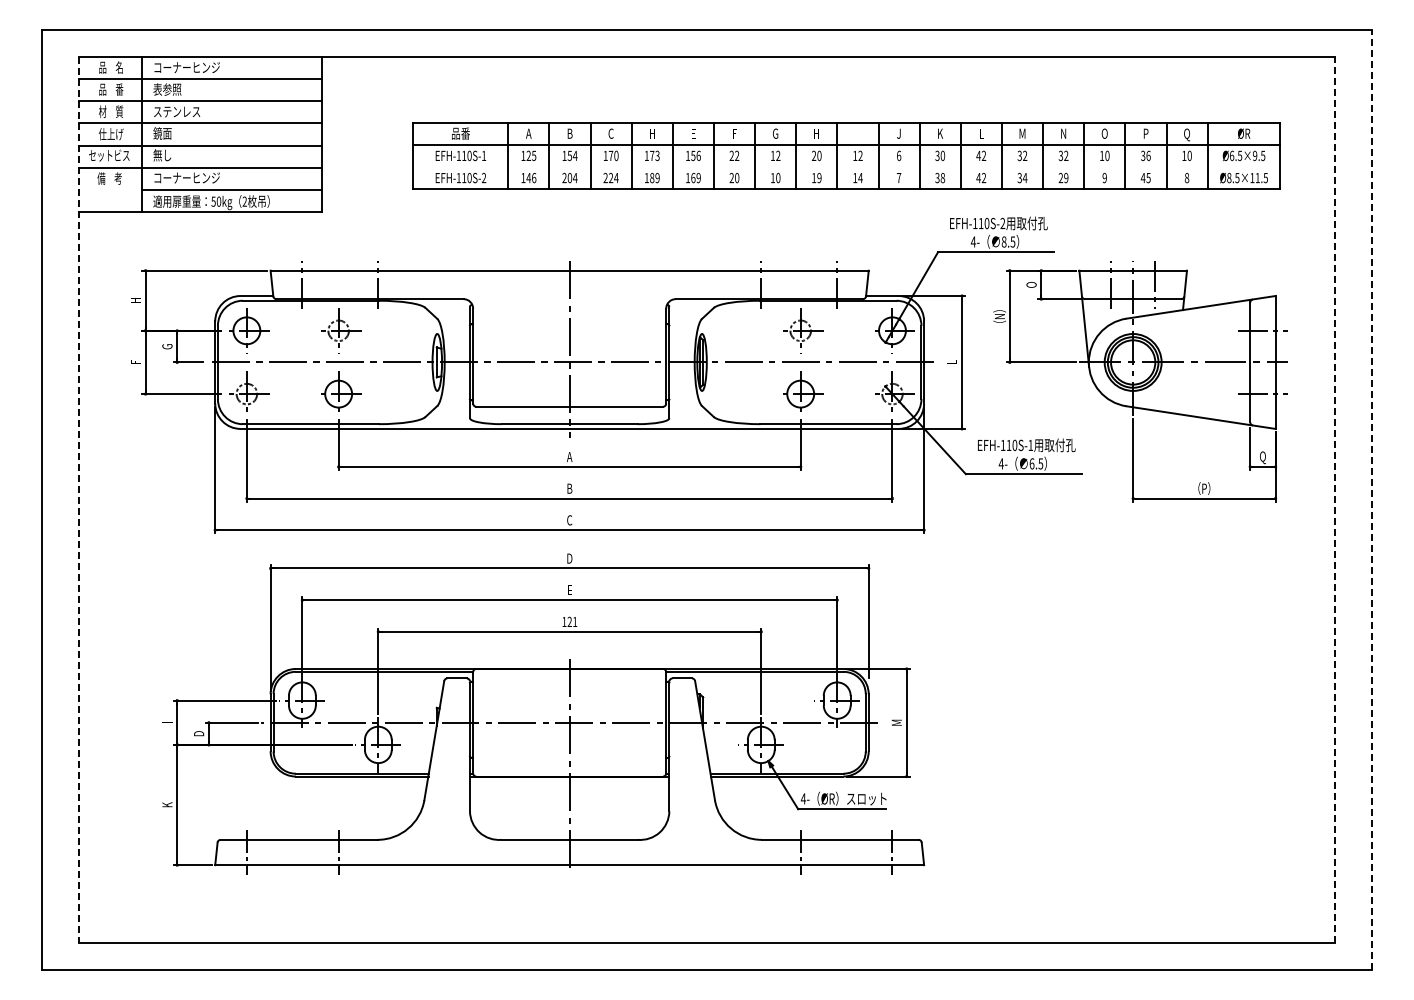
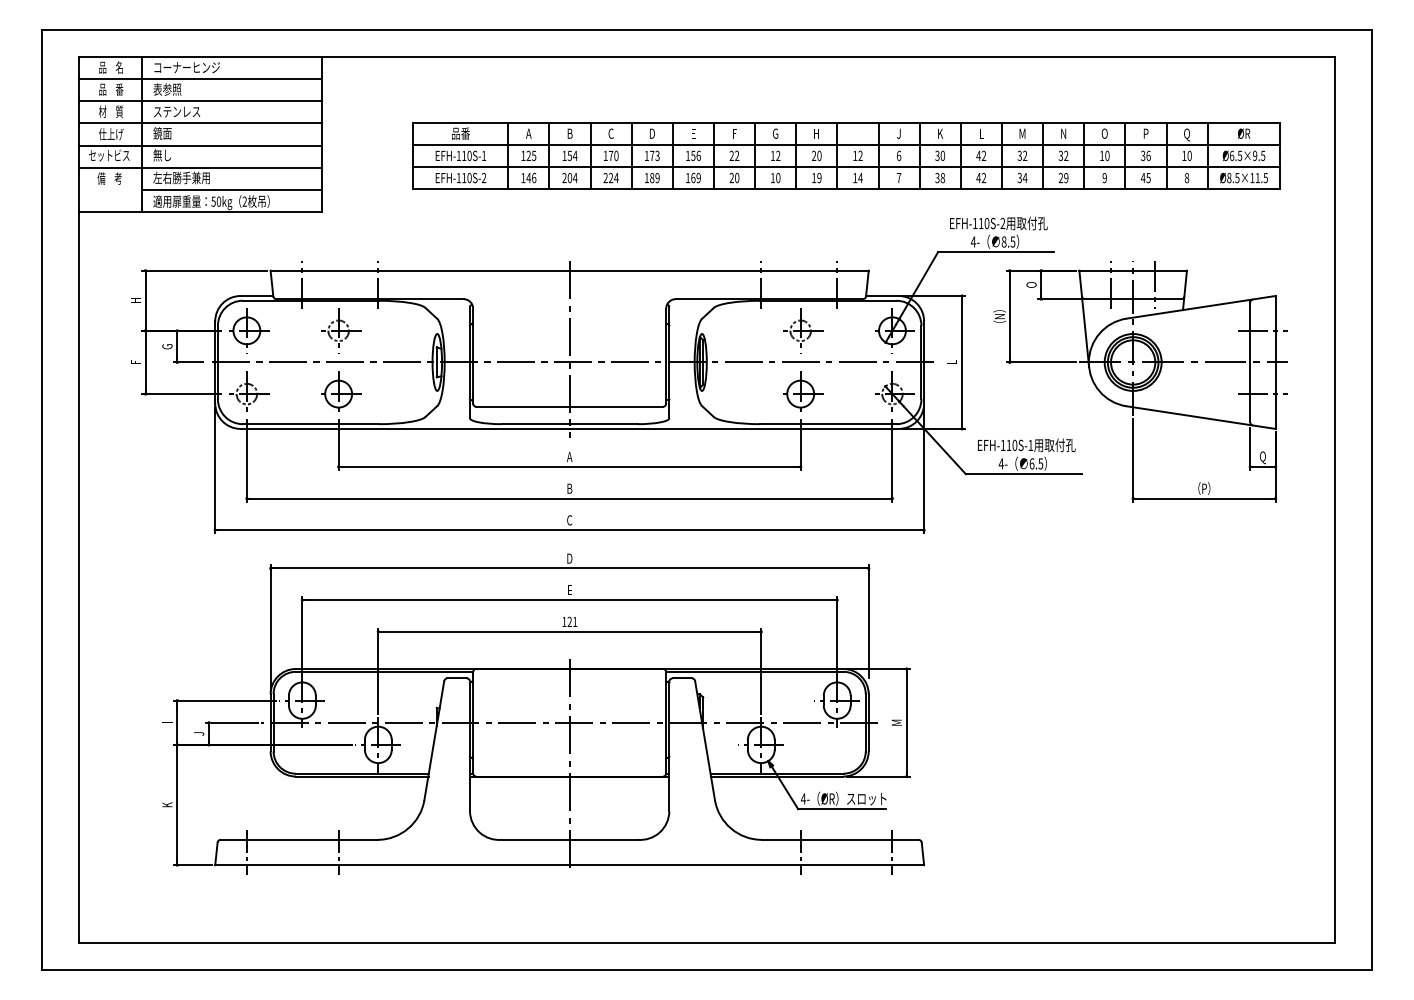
text at (651, 133): H -> D
line at (846, 167): none -> present
text at (186, 177): コーナーヒンジ -> 左右勝手兼用
line at (1335, 499): dashed -> solid
line at (1371, 499): dashed -> solid
line at (78, 500): dashed -> solid
text at (199, 733): D -> J
